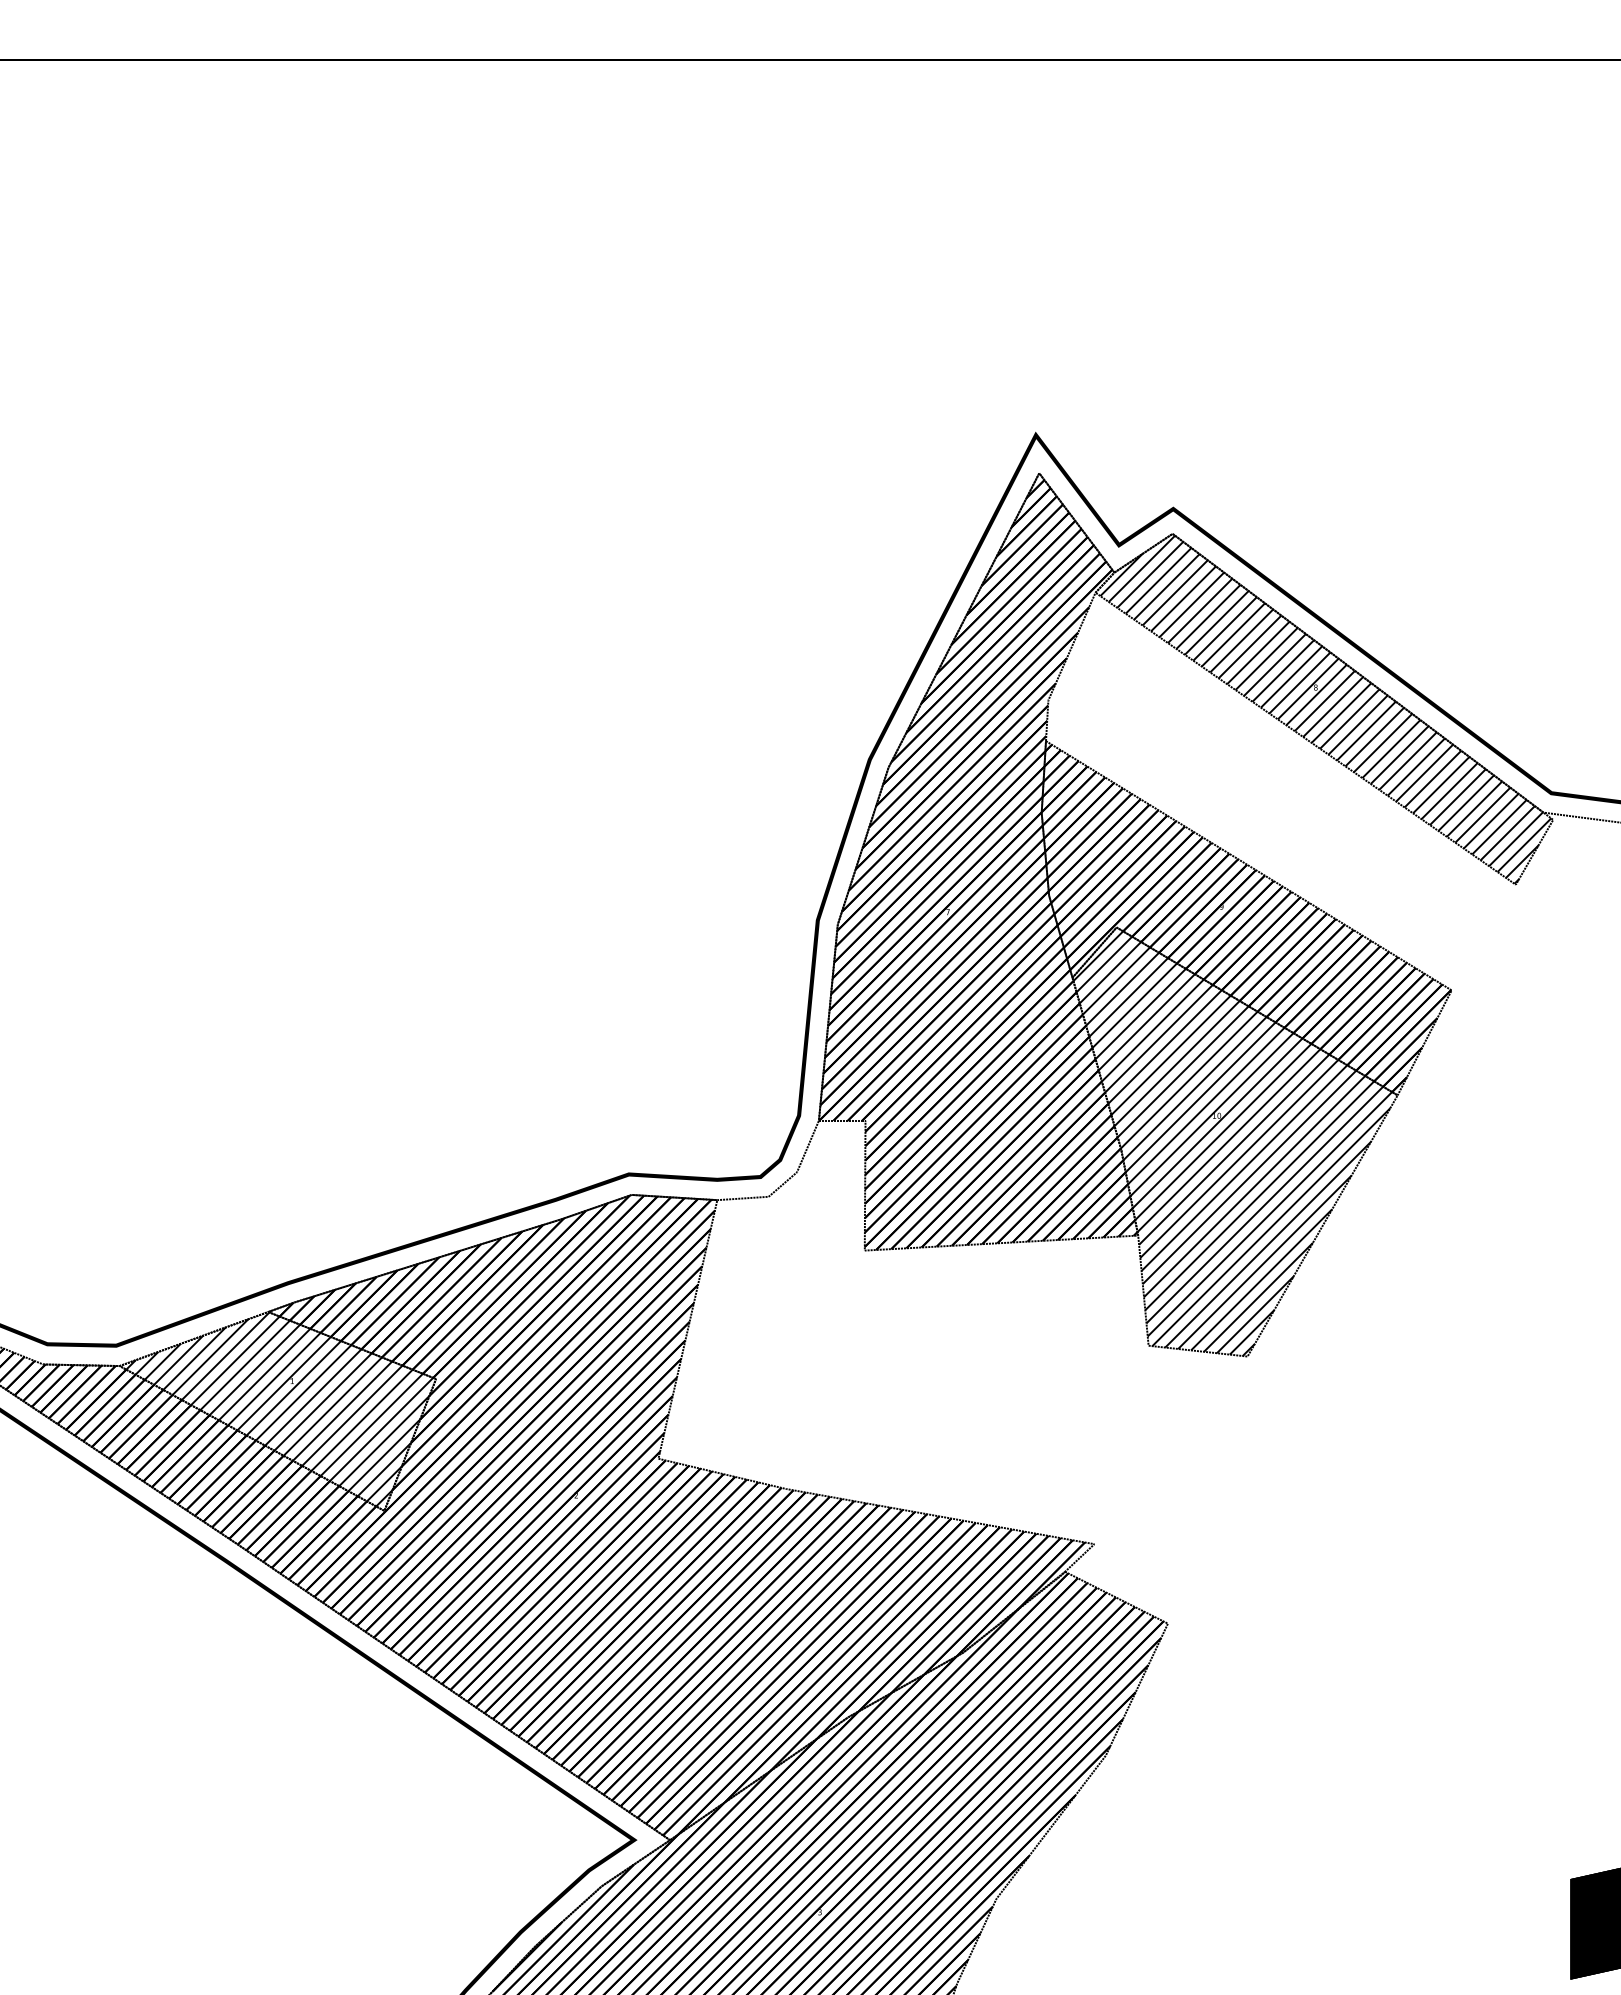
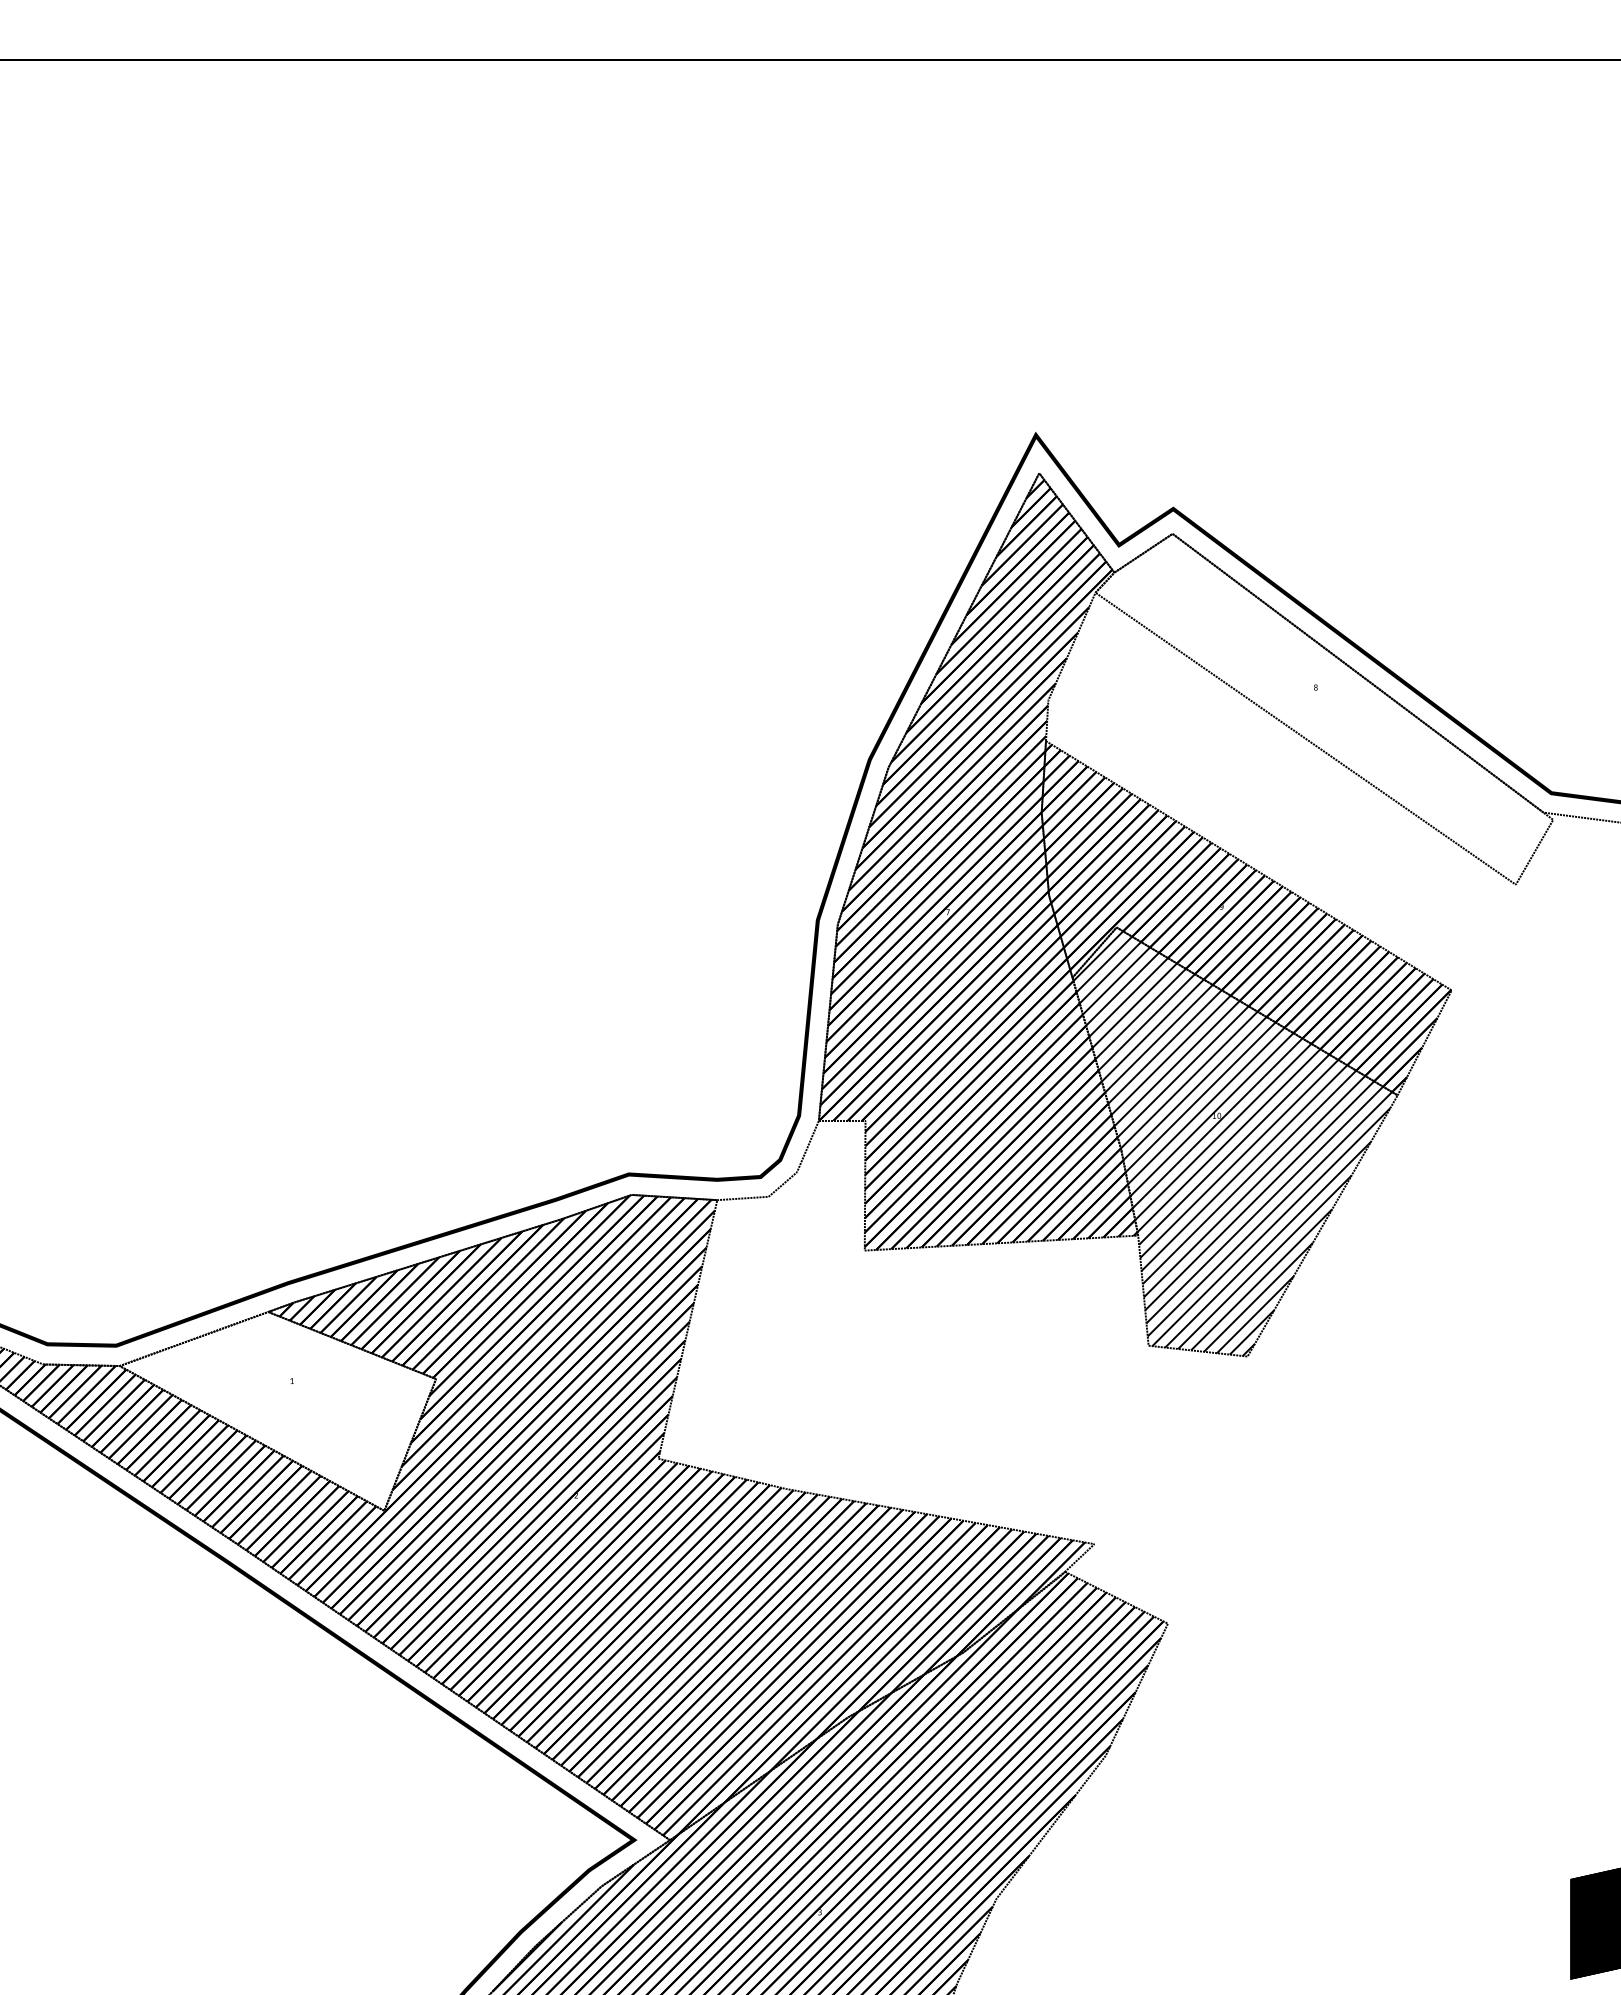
hatch at (1325, 709): present -> none
hatch at (279, 1409): present -> none
